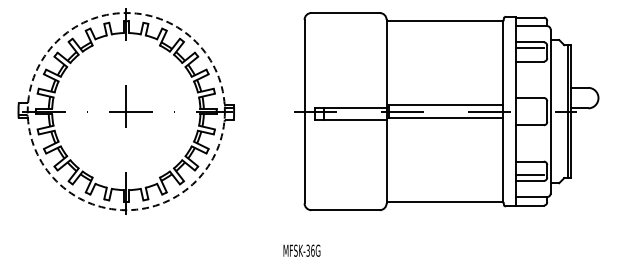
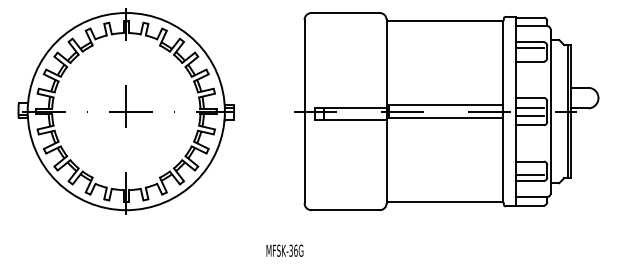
line at (529, 107): none -> present
circle at (125, 111): dashed -> solid
line at (529, 115): none -> present
text at (301, 250) position: (301, 250) -> (284, 250)
